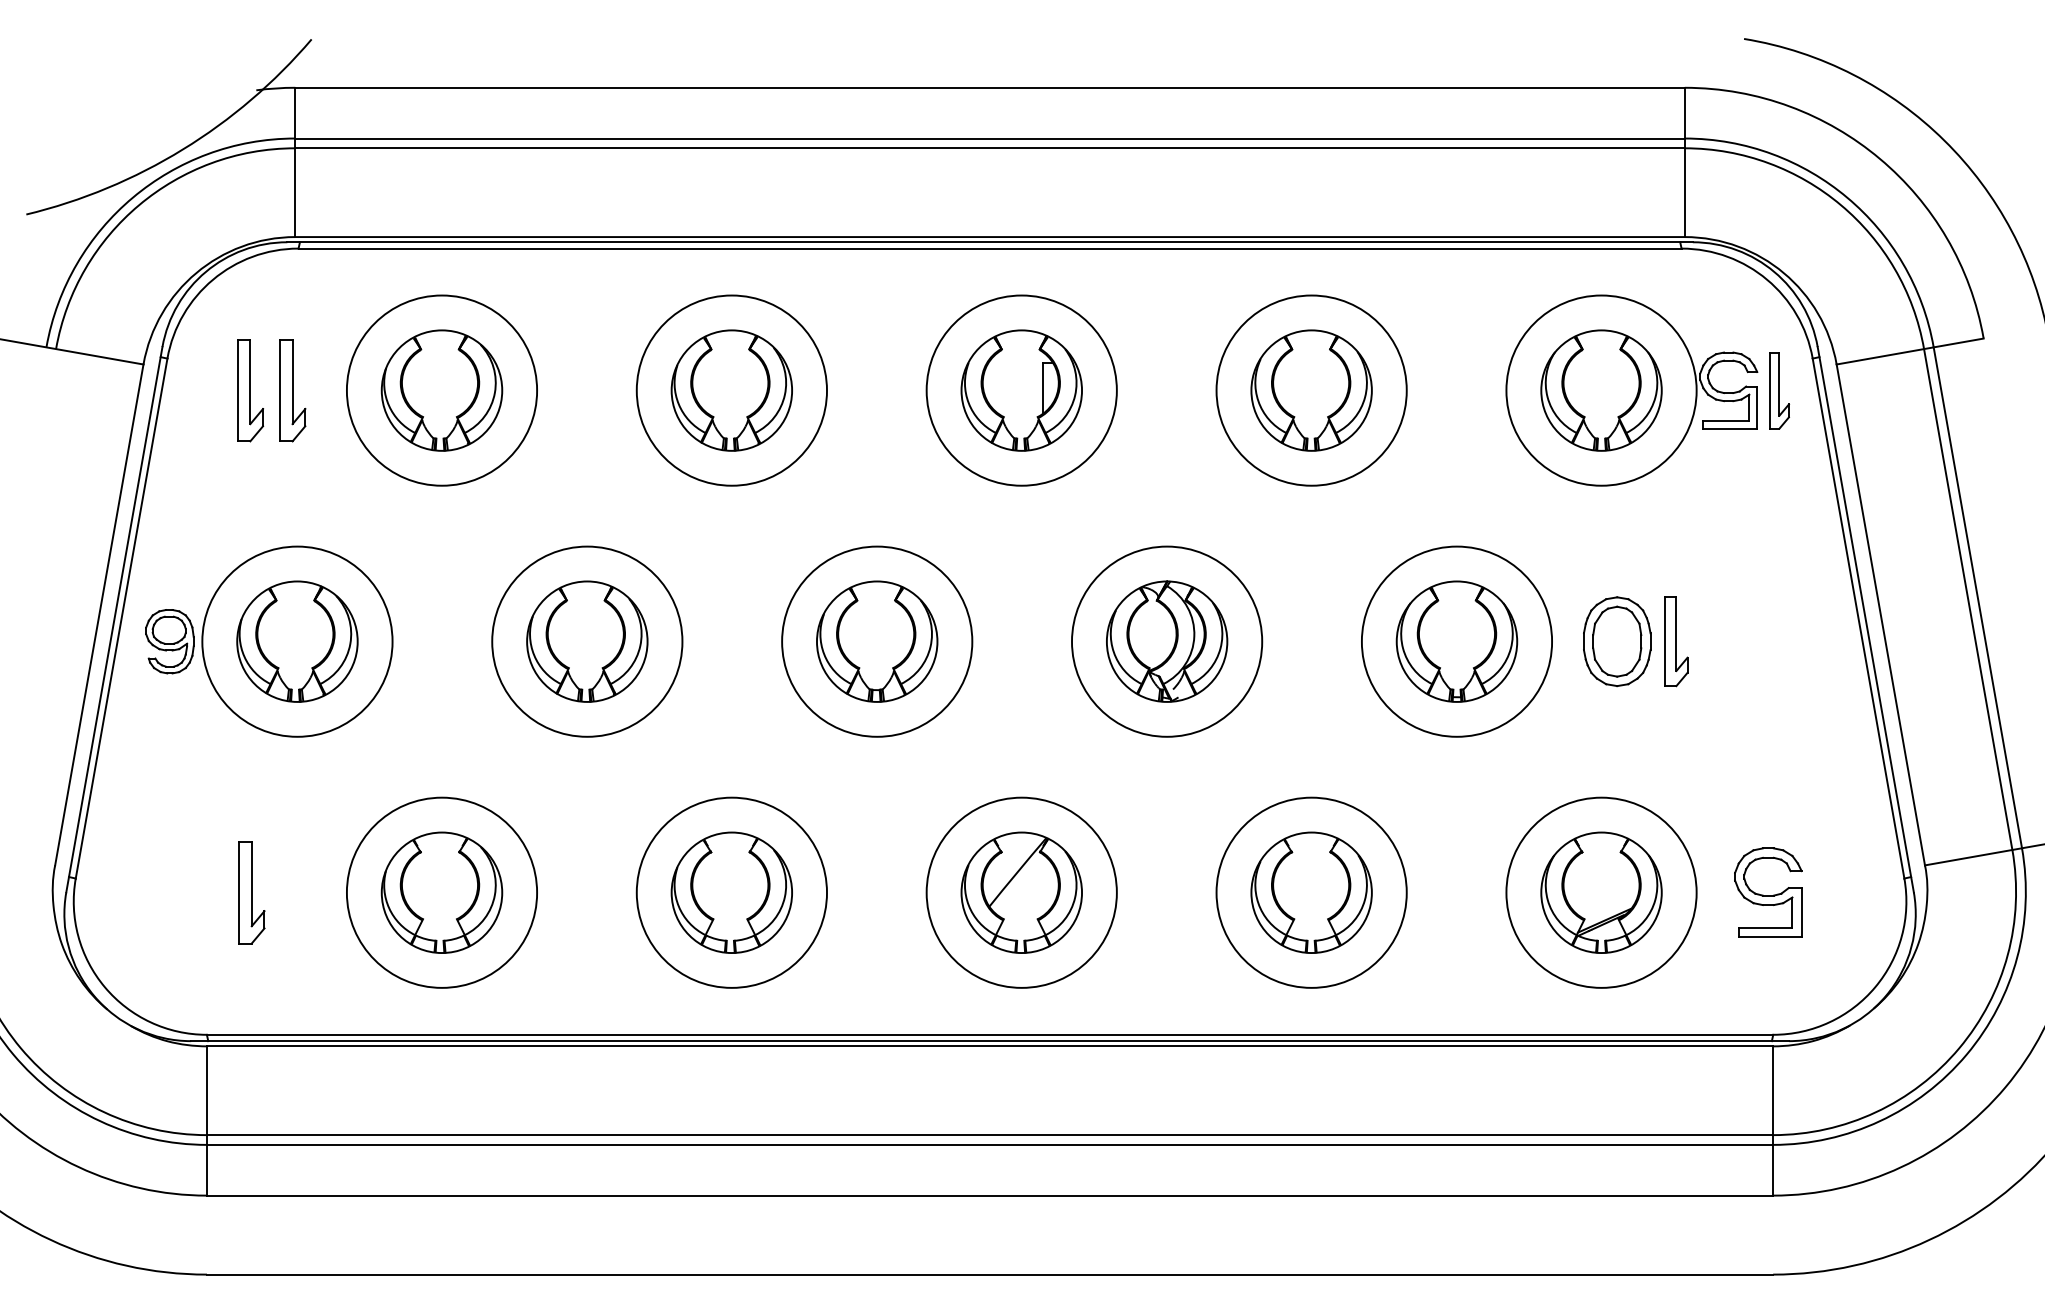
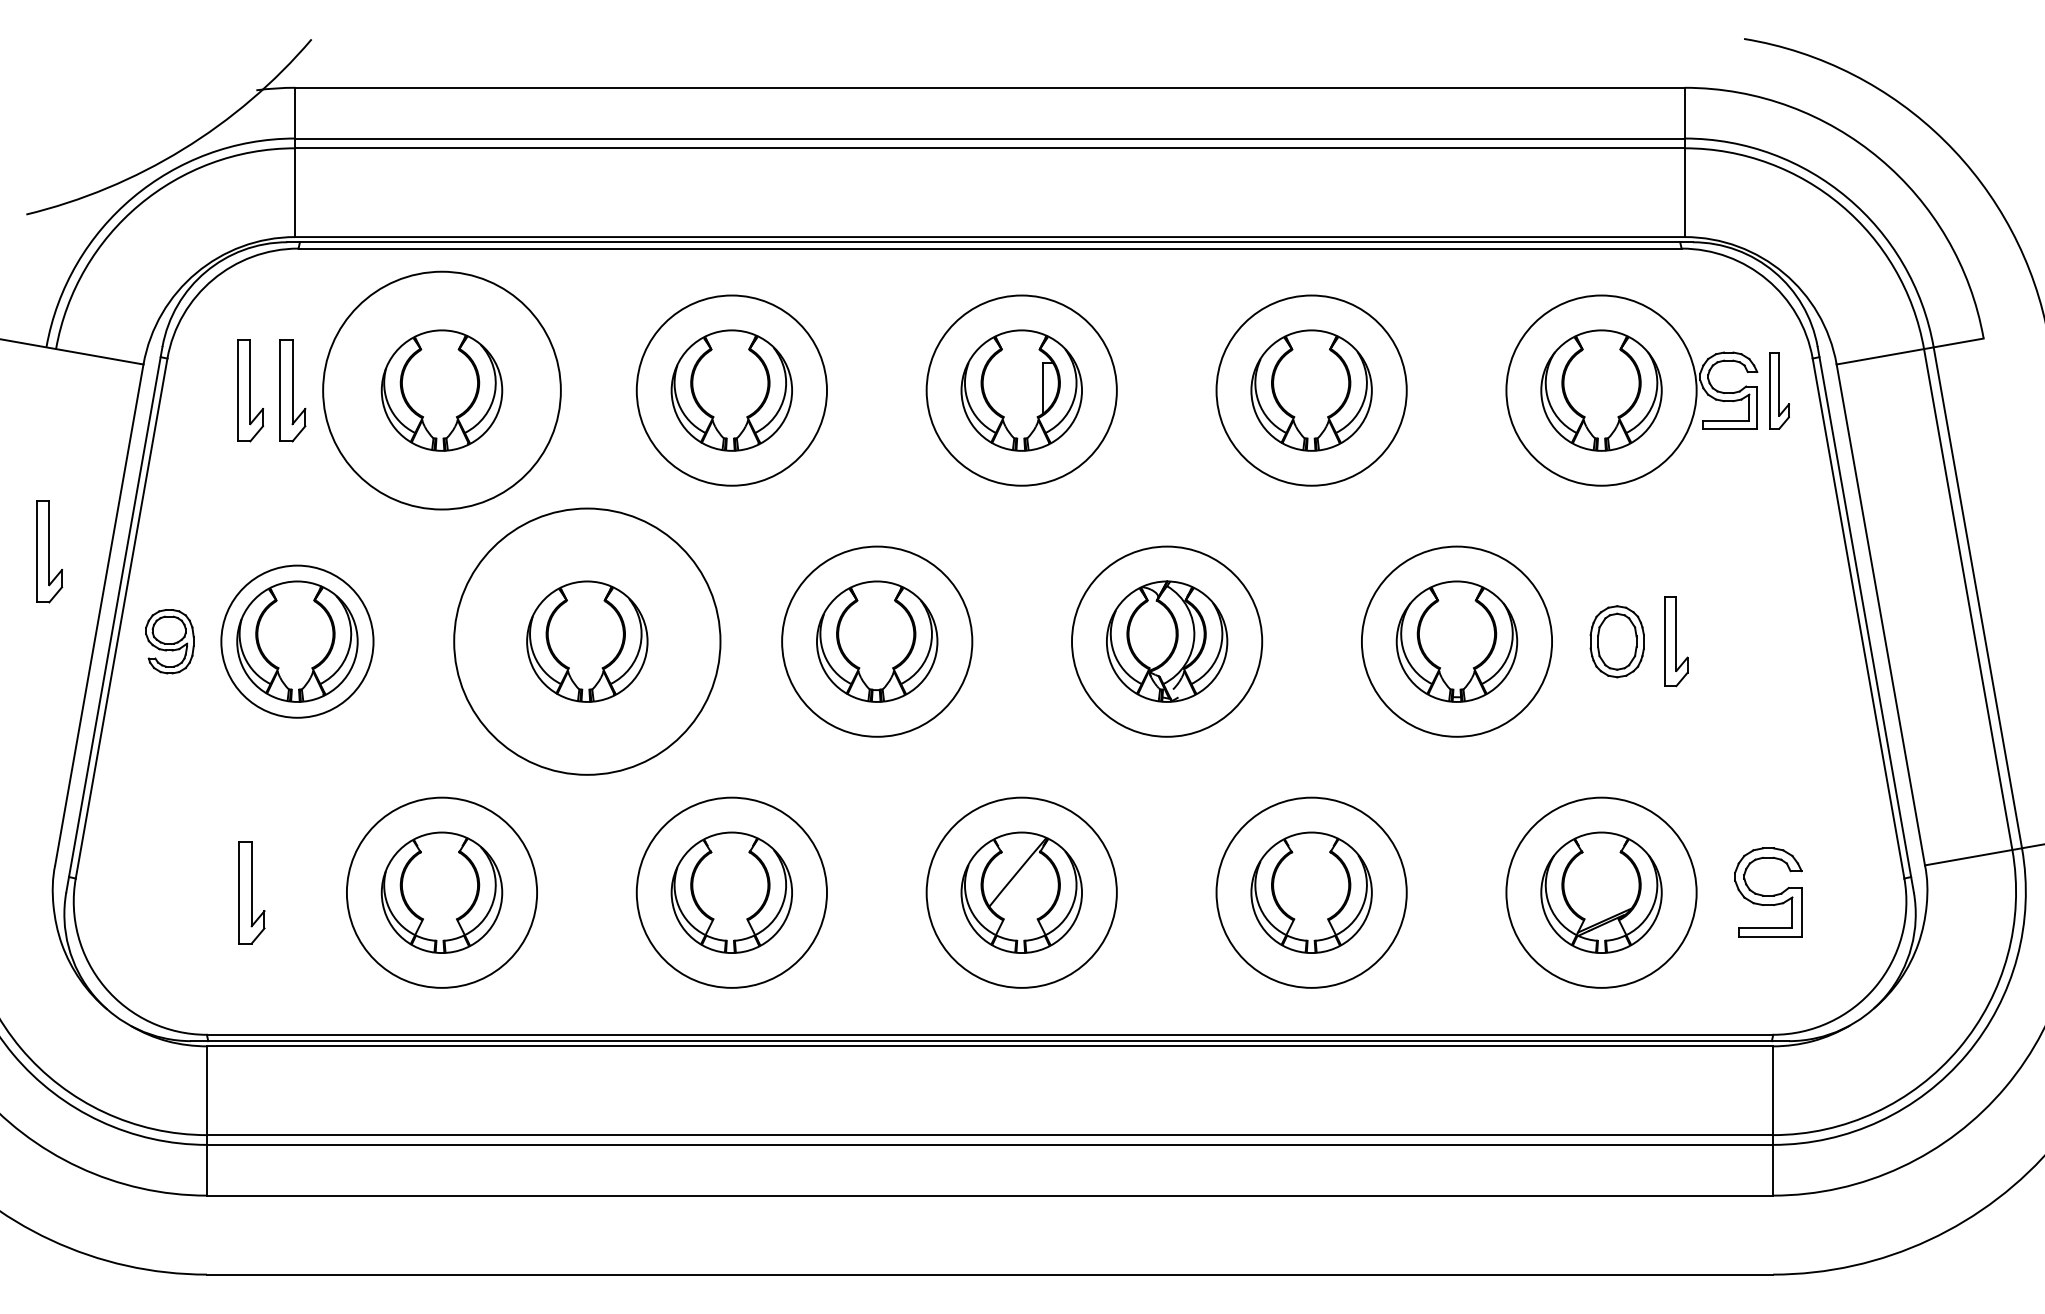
circle at (441, 390) diameter: 190 px -> 238 px
part at (49, 551): none -> present
circle at (297, 641) diameter: 190 px -> 152 px
circle at (587, 641) diameter: 190 px -> 266 px
part at (1617, 641) size: 69x92 px -> 56x74 px
